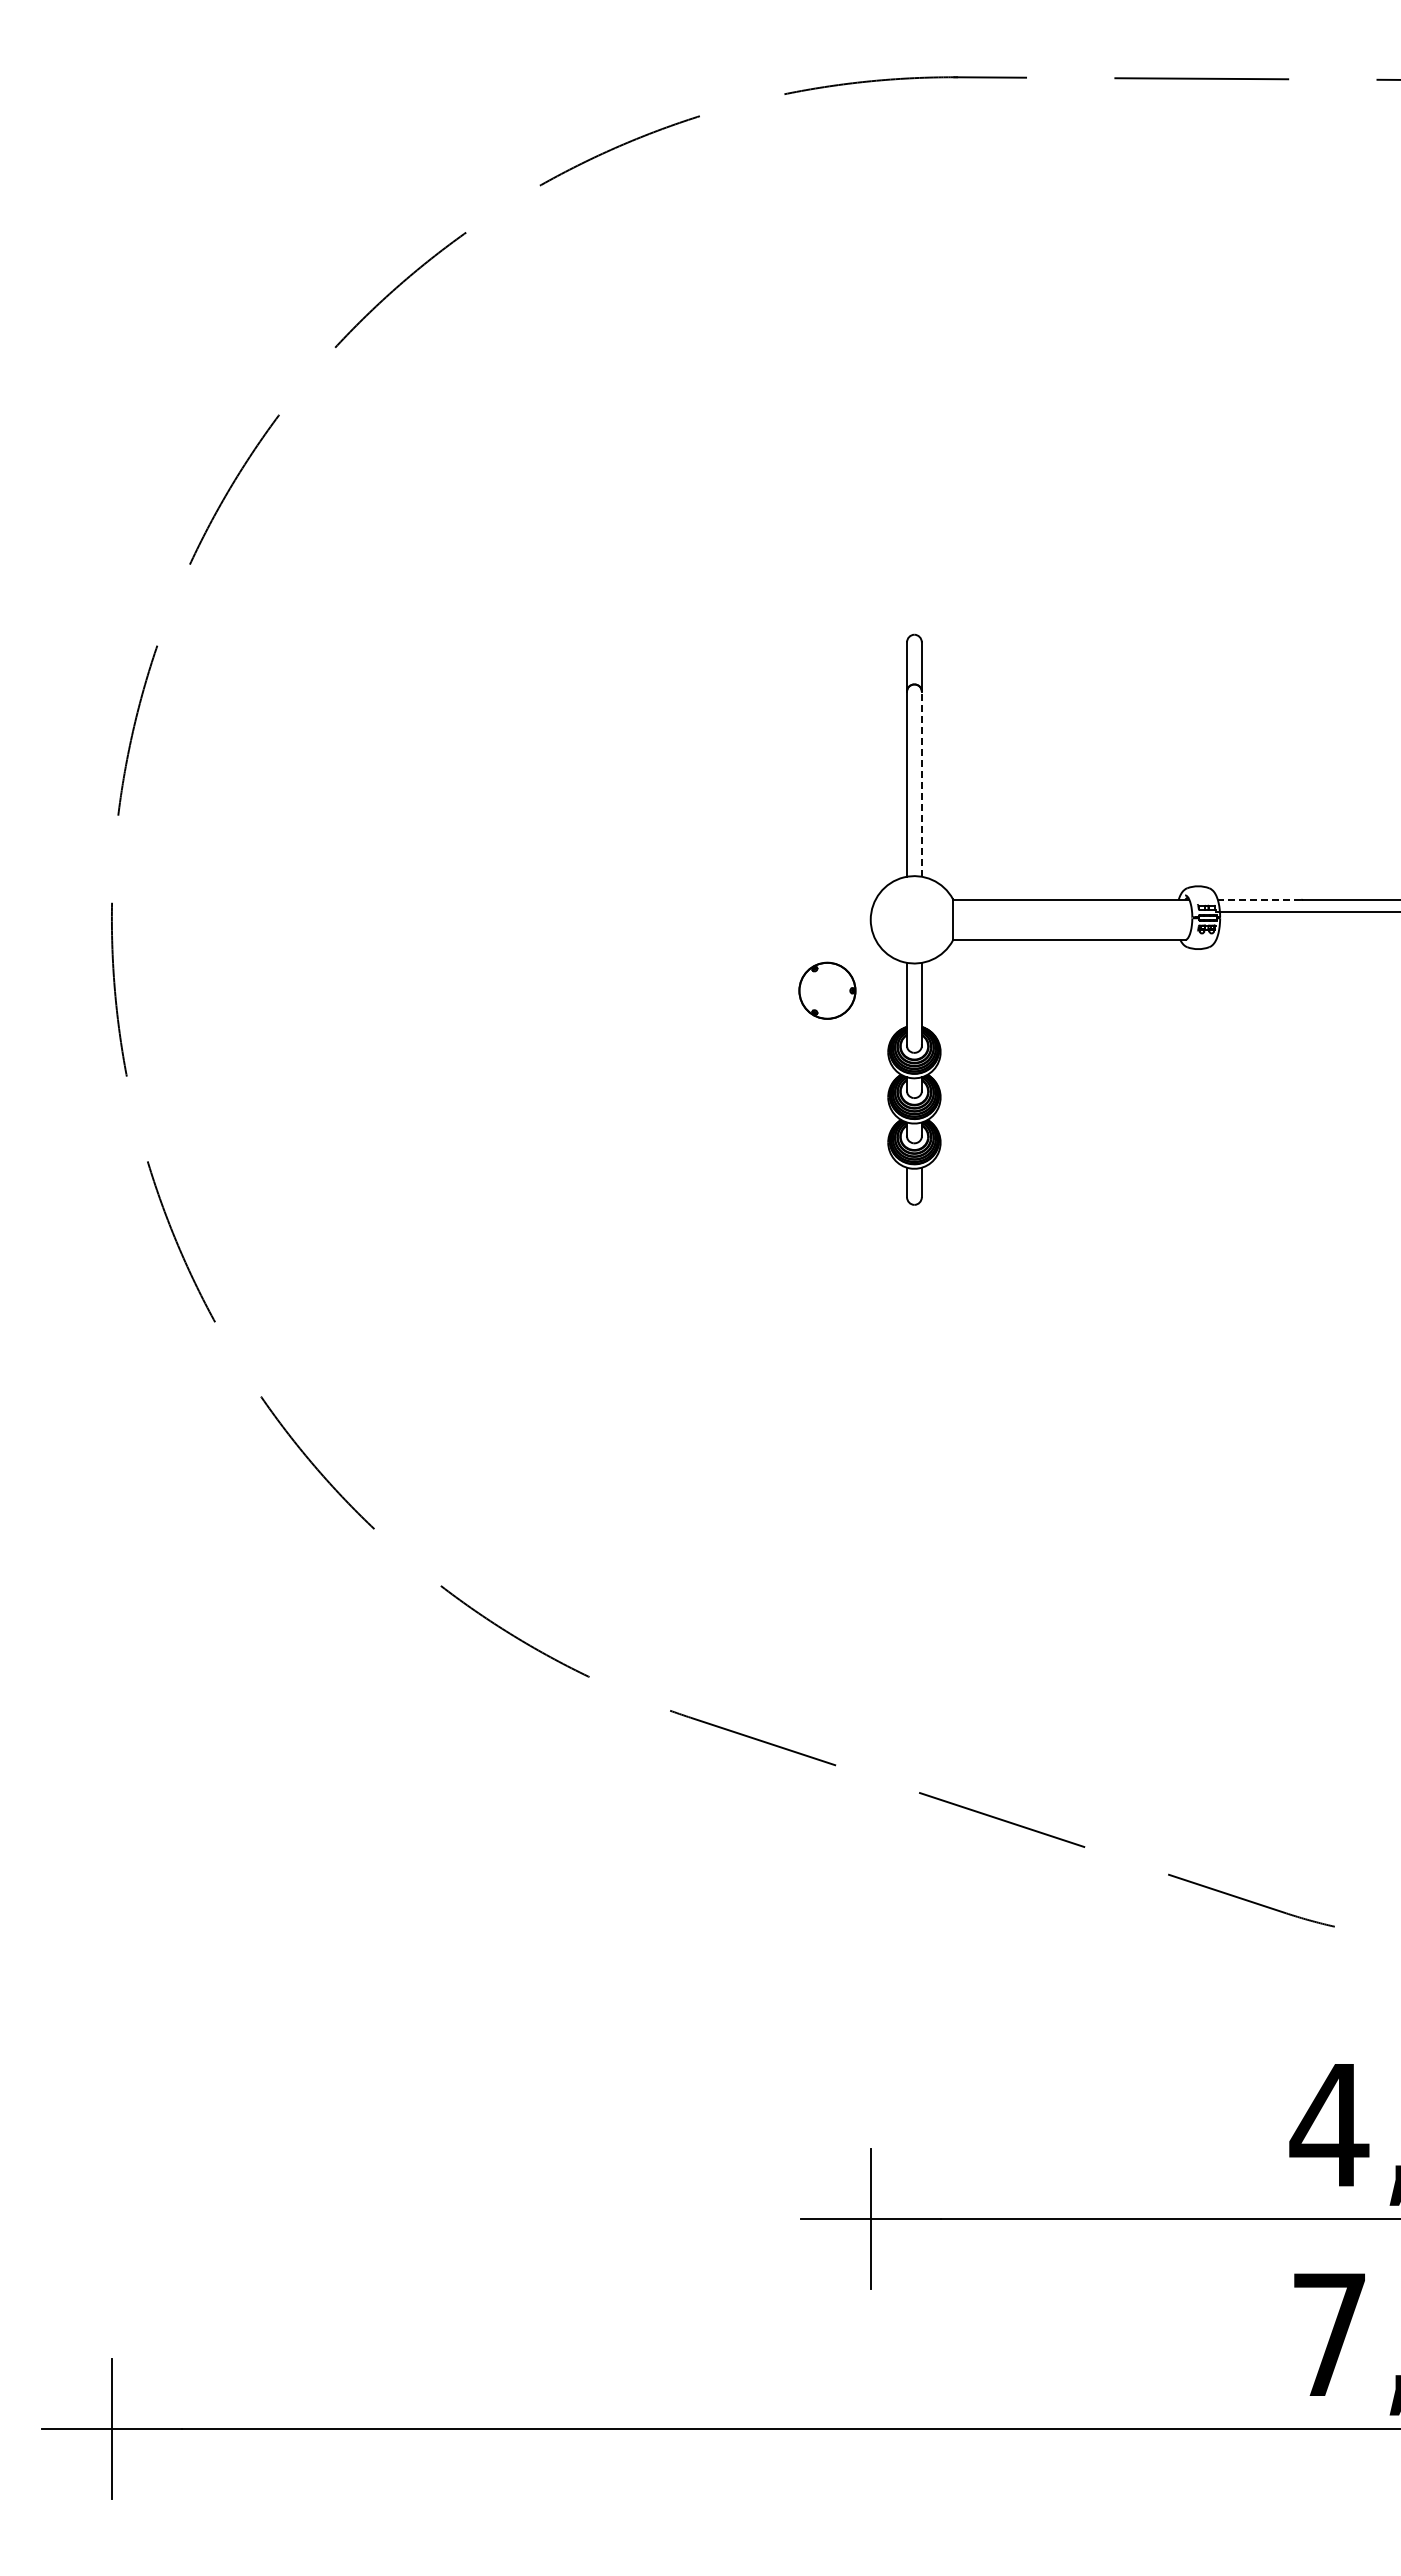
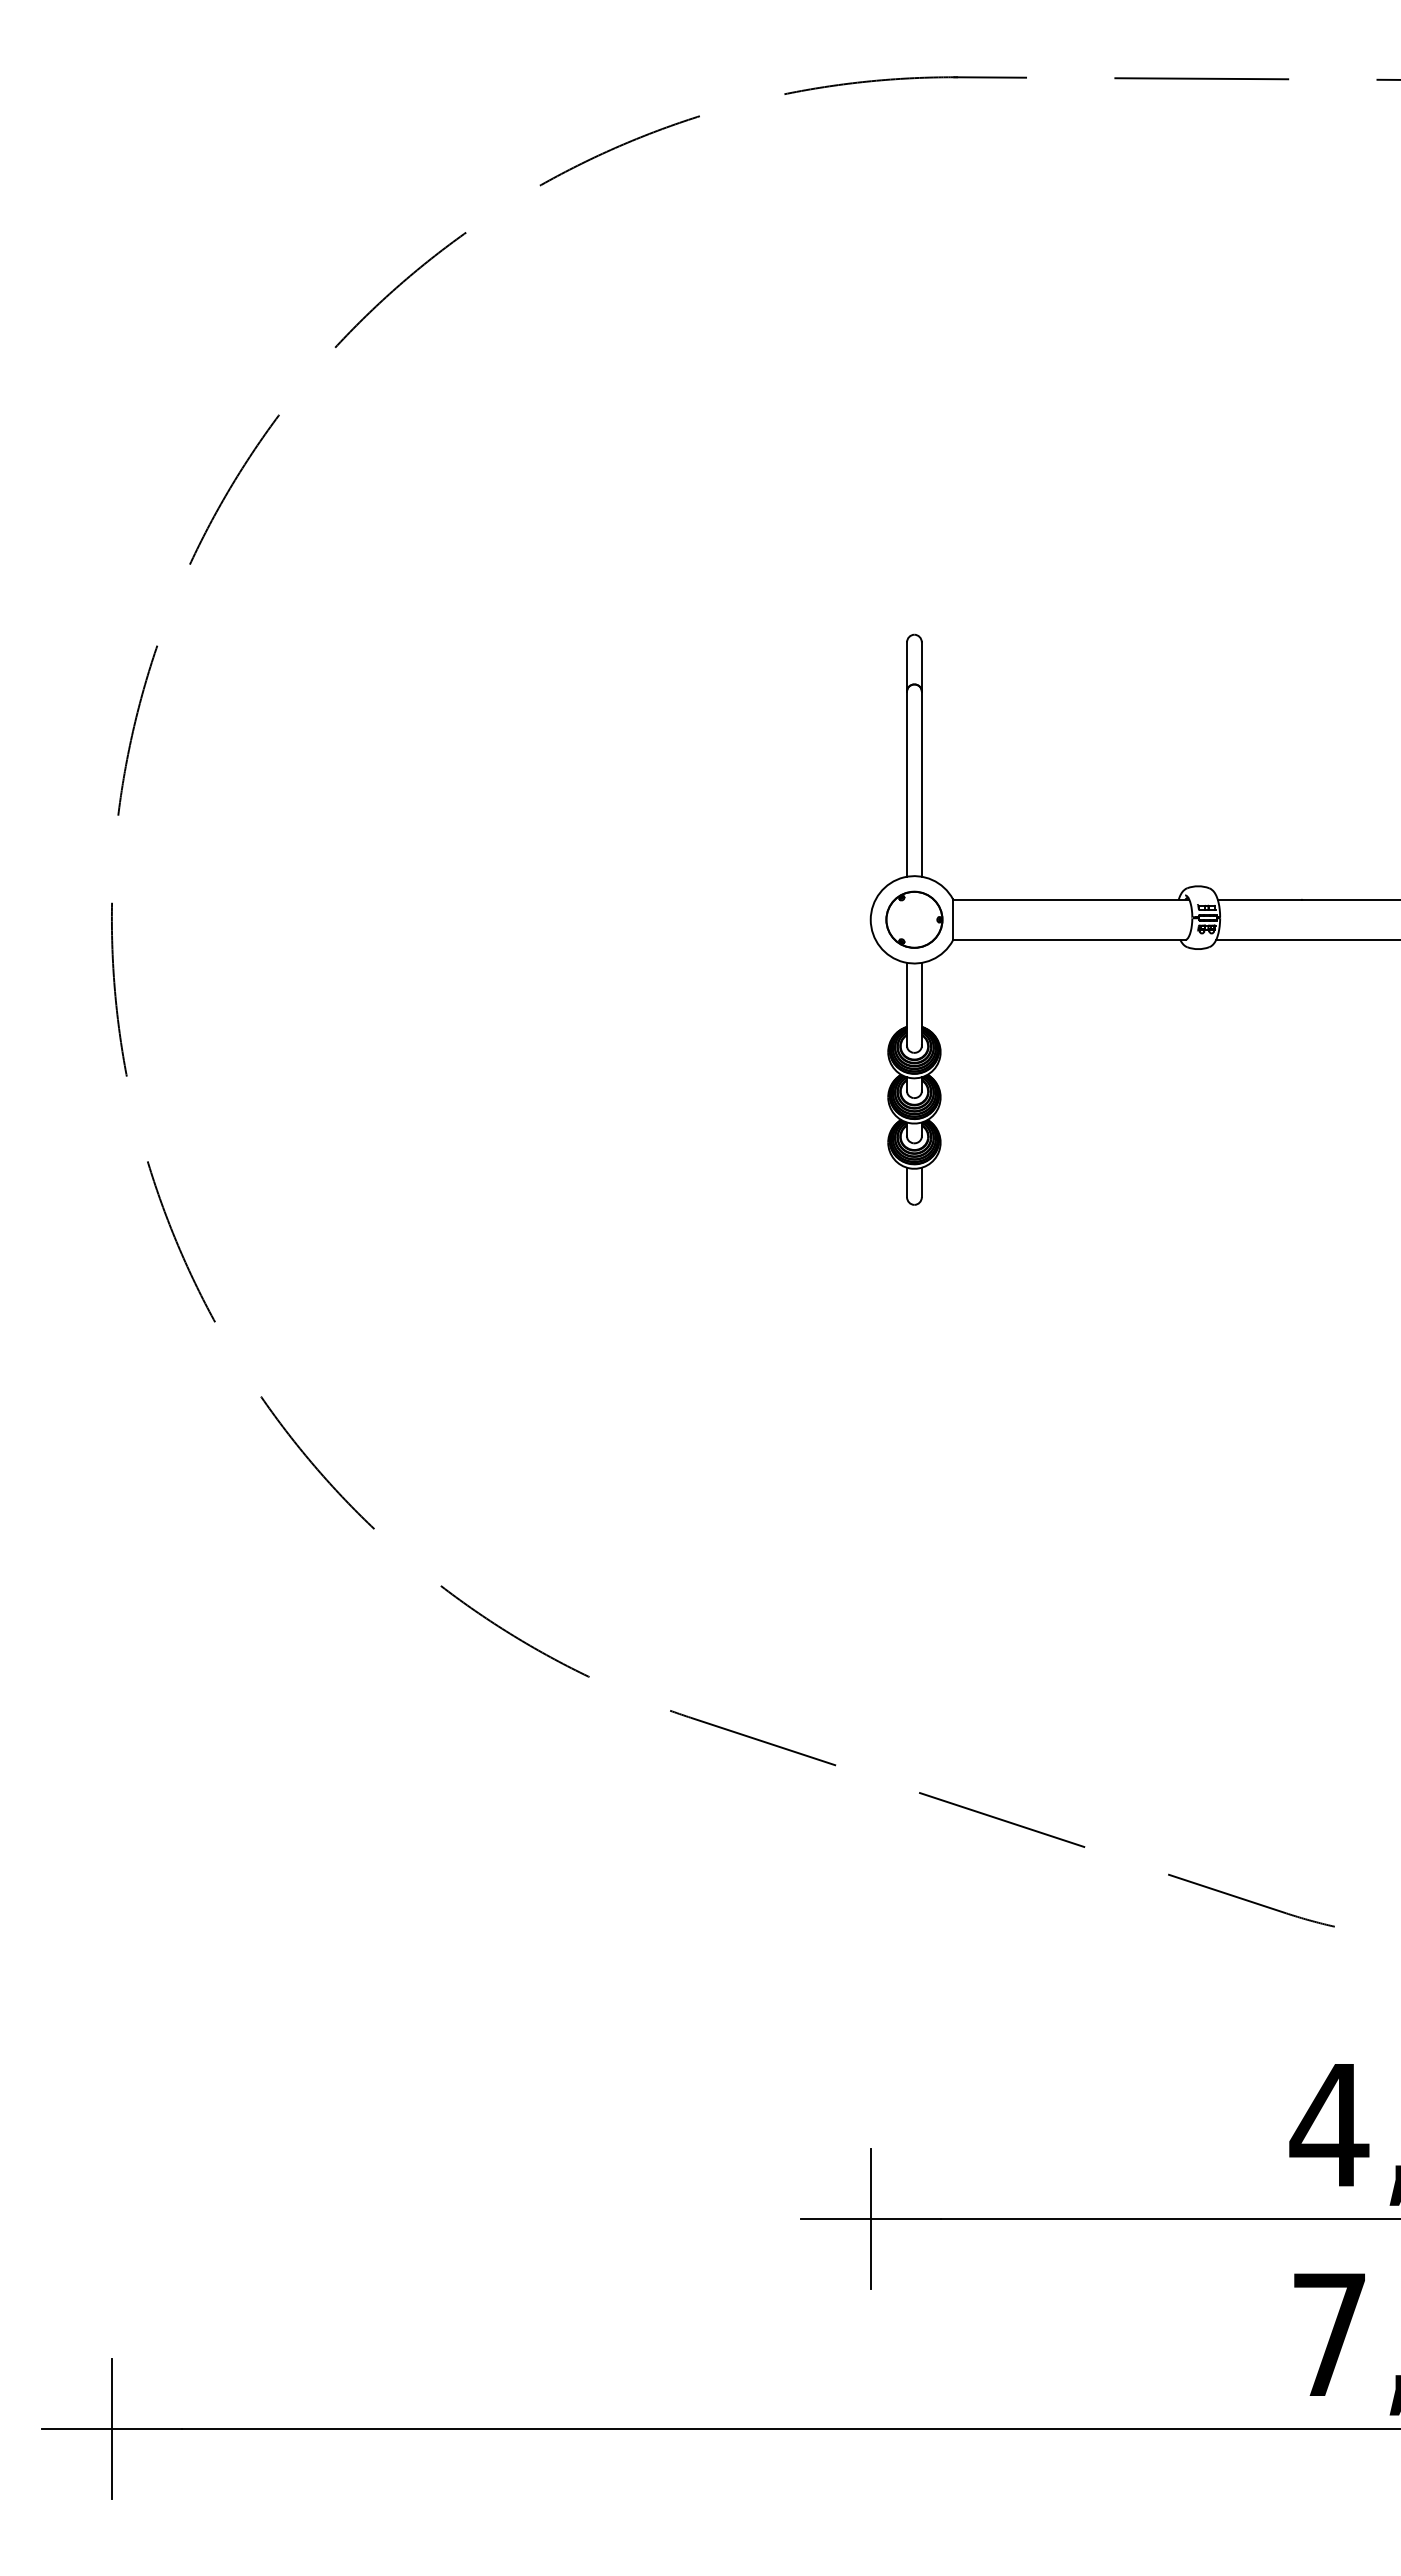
line at (921, 784): dashed -> solid
line at (1259, 899): dashed -> solid
line at (1306, 911) position: (1306, 911) -> (1306, 939)
part at (827, 990) position: (827, 990) -> (914, 919)
